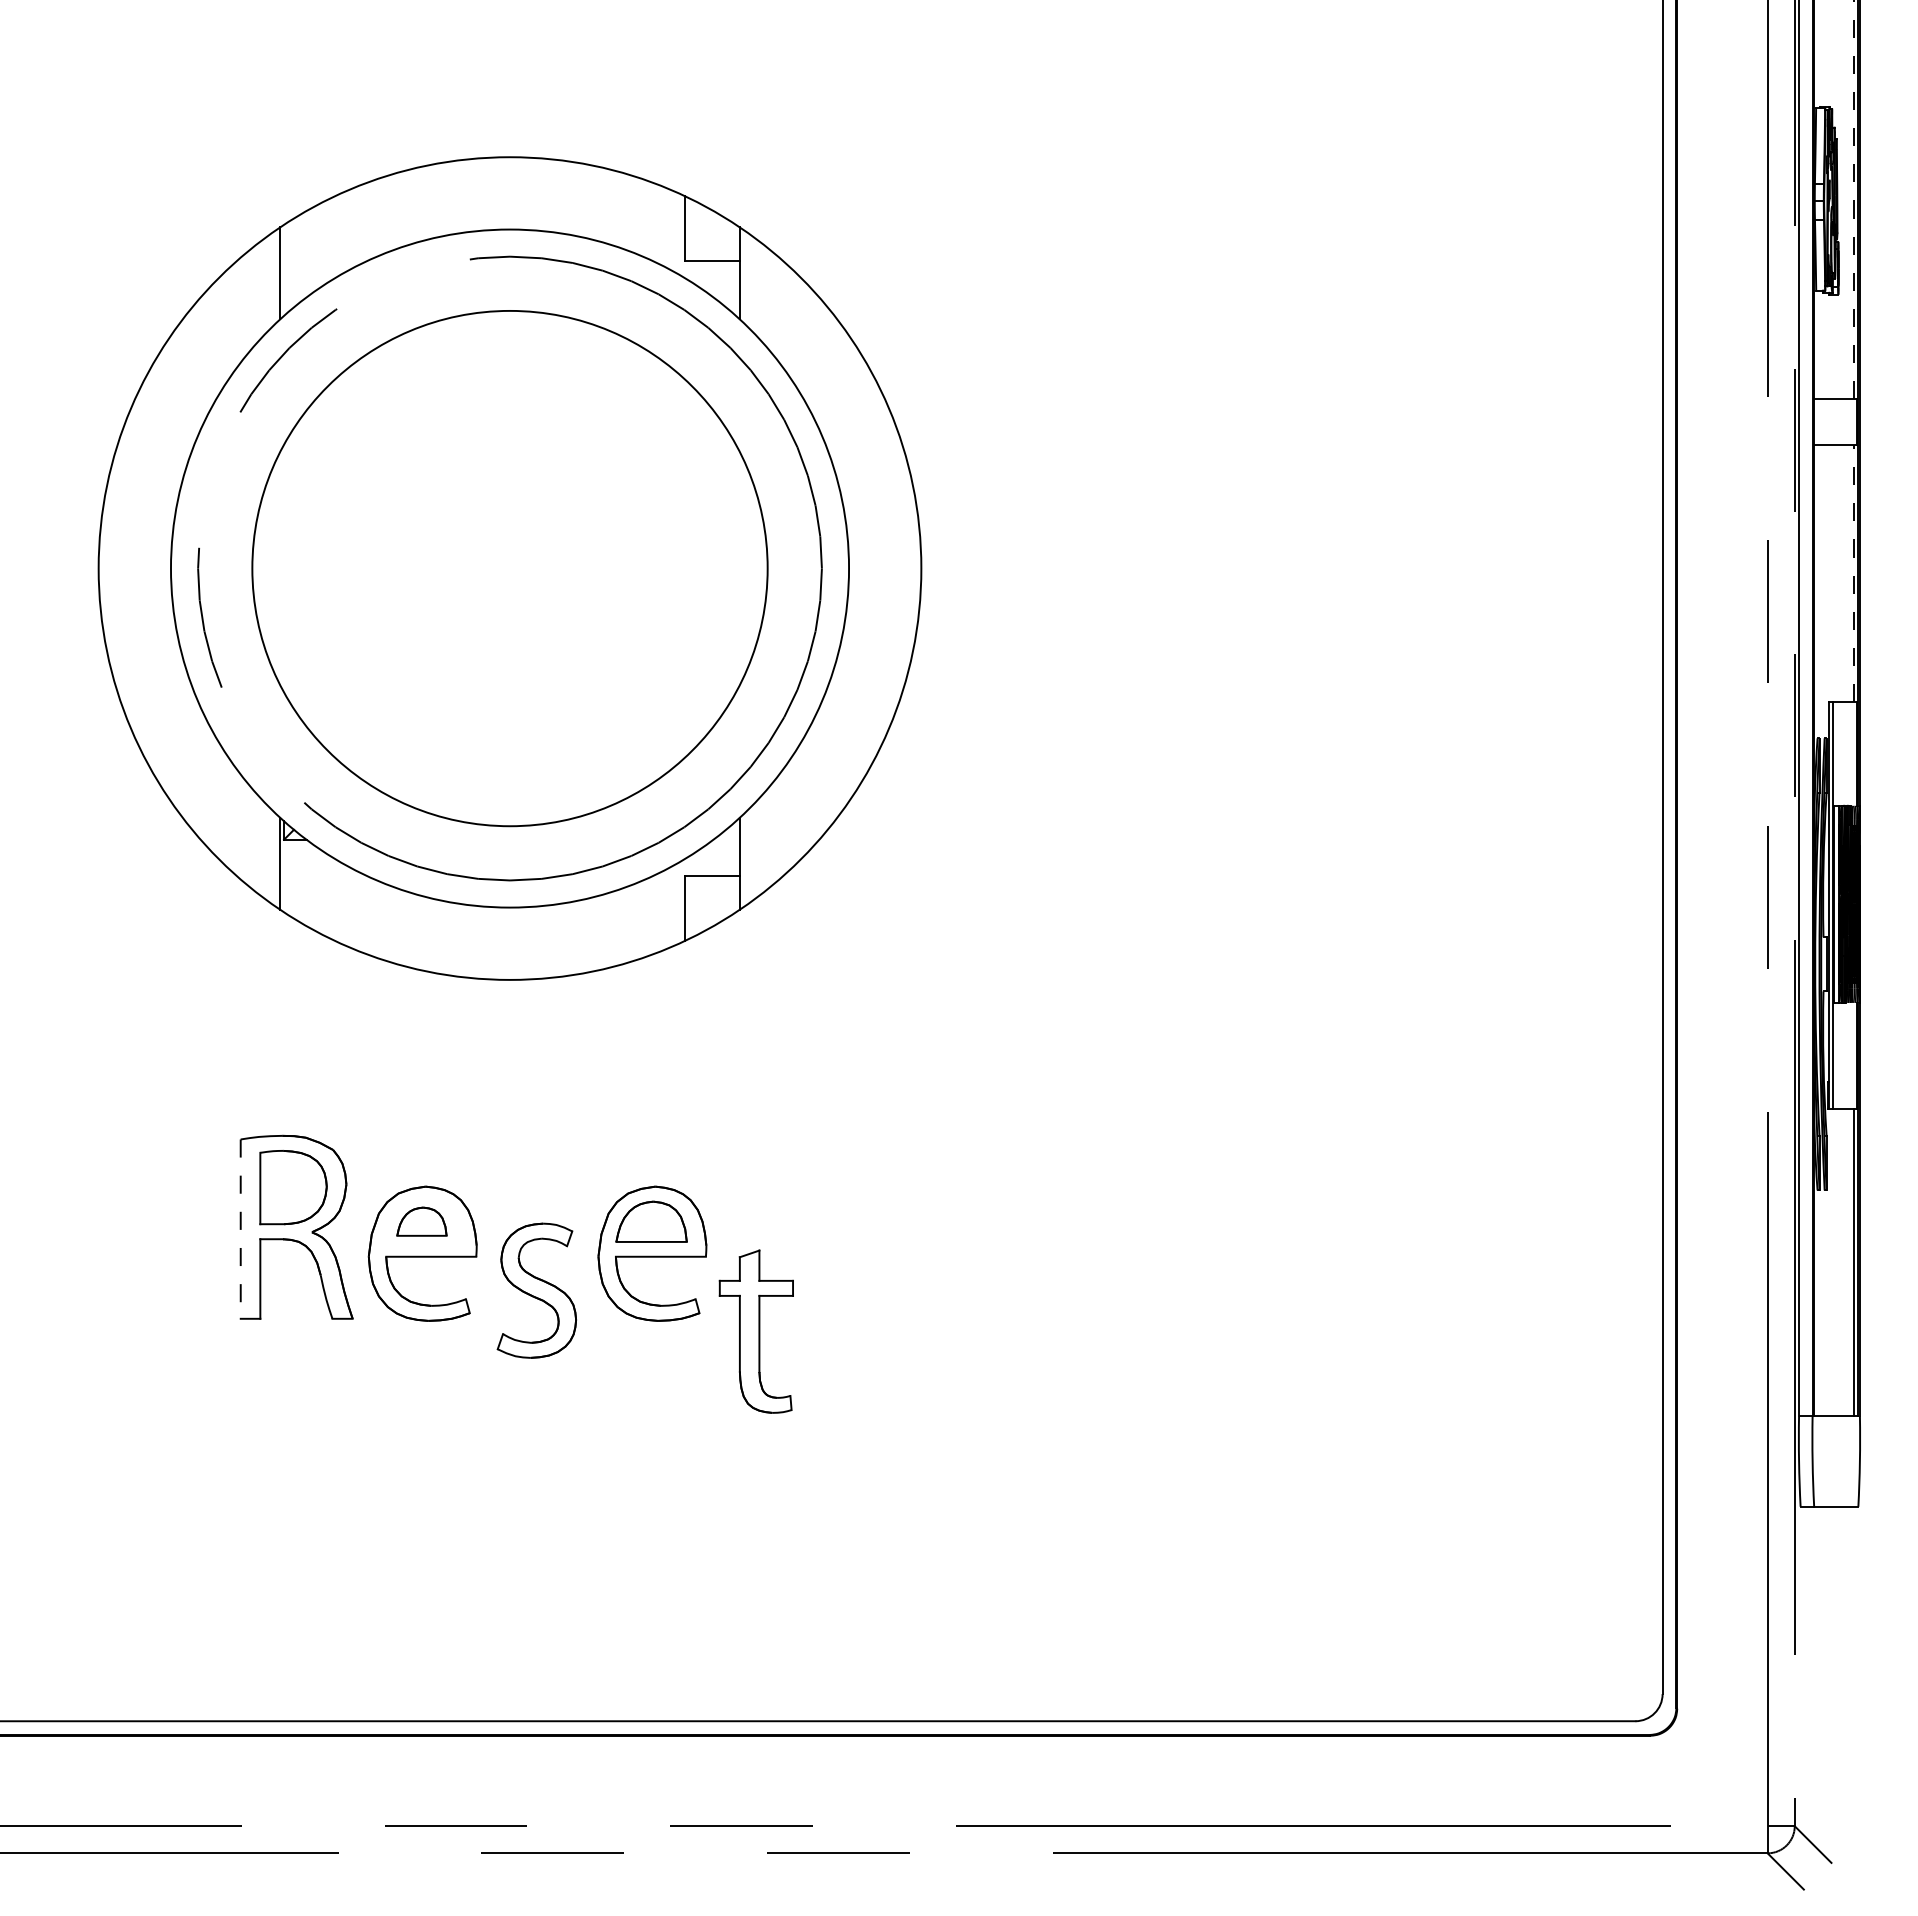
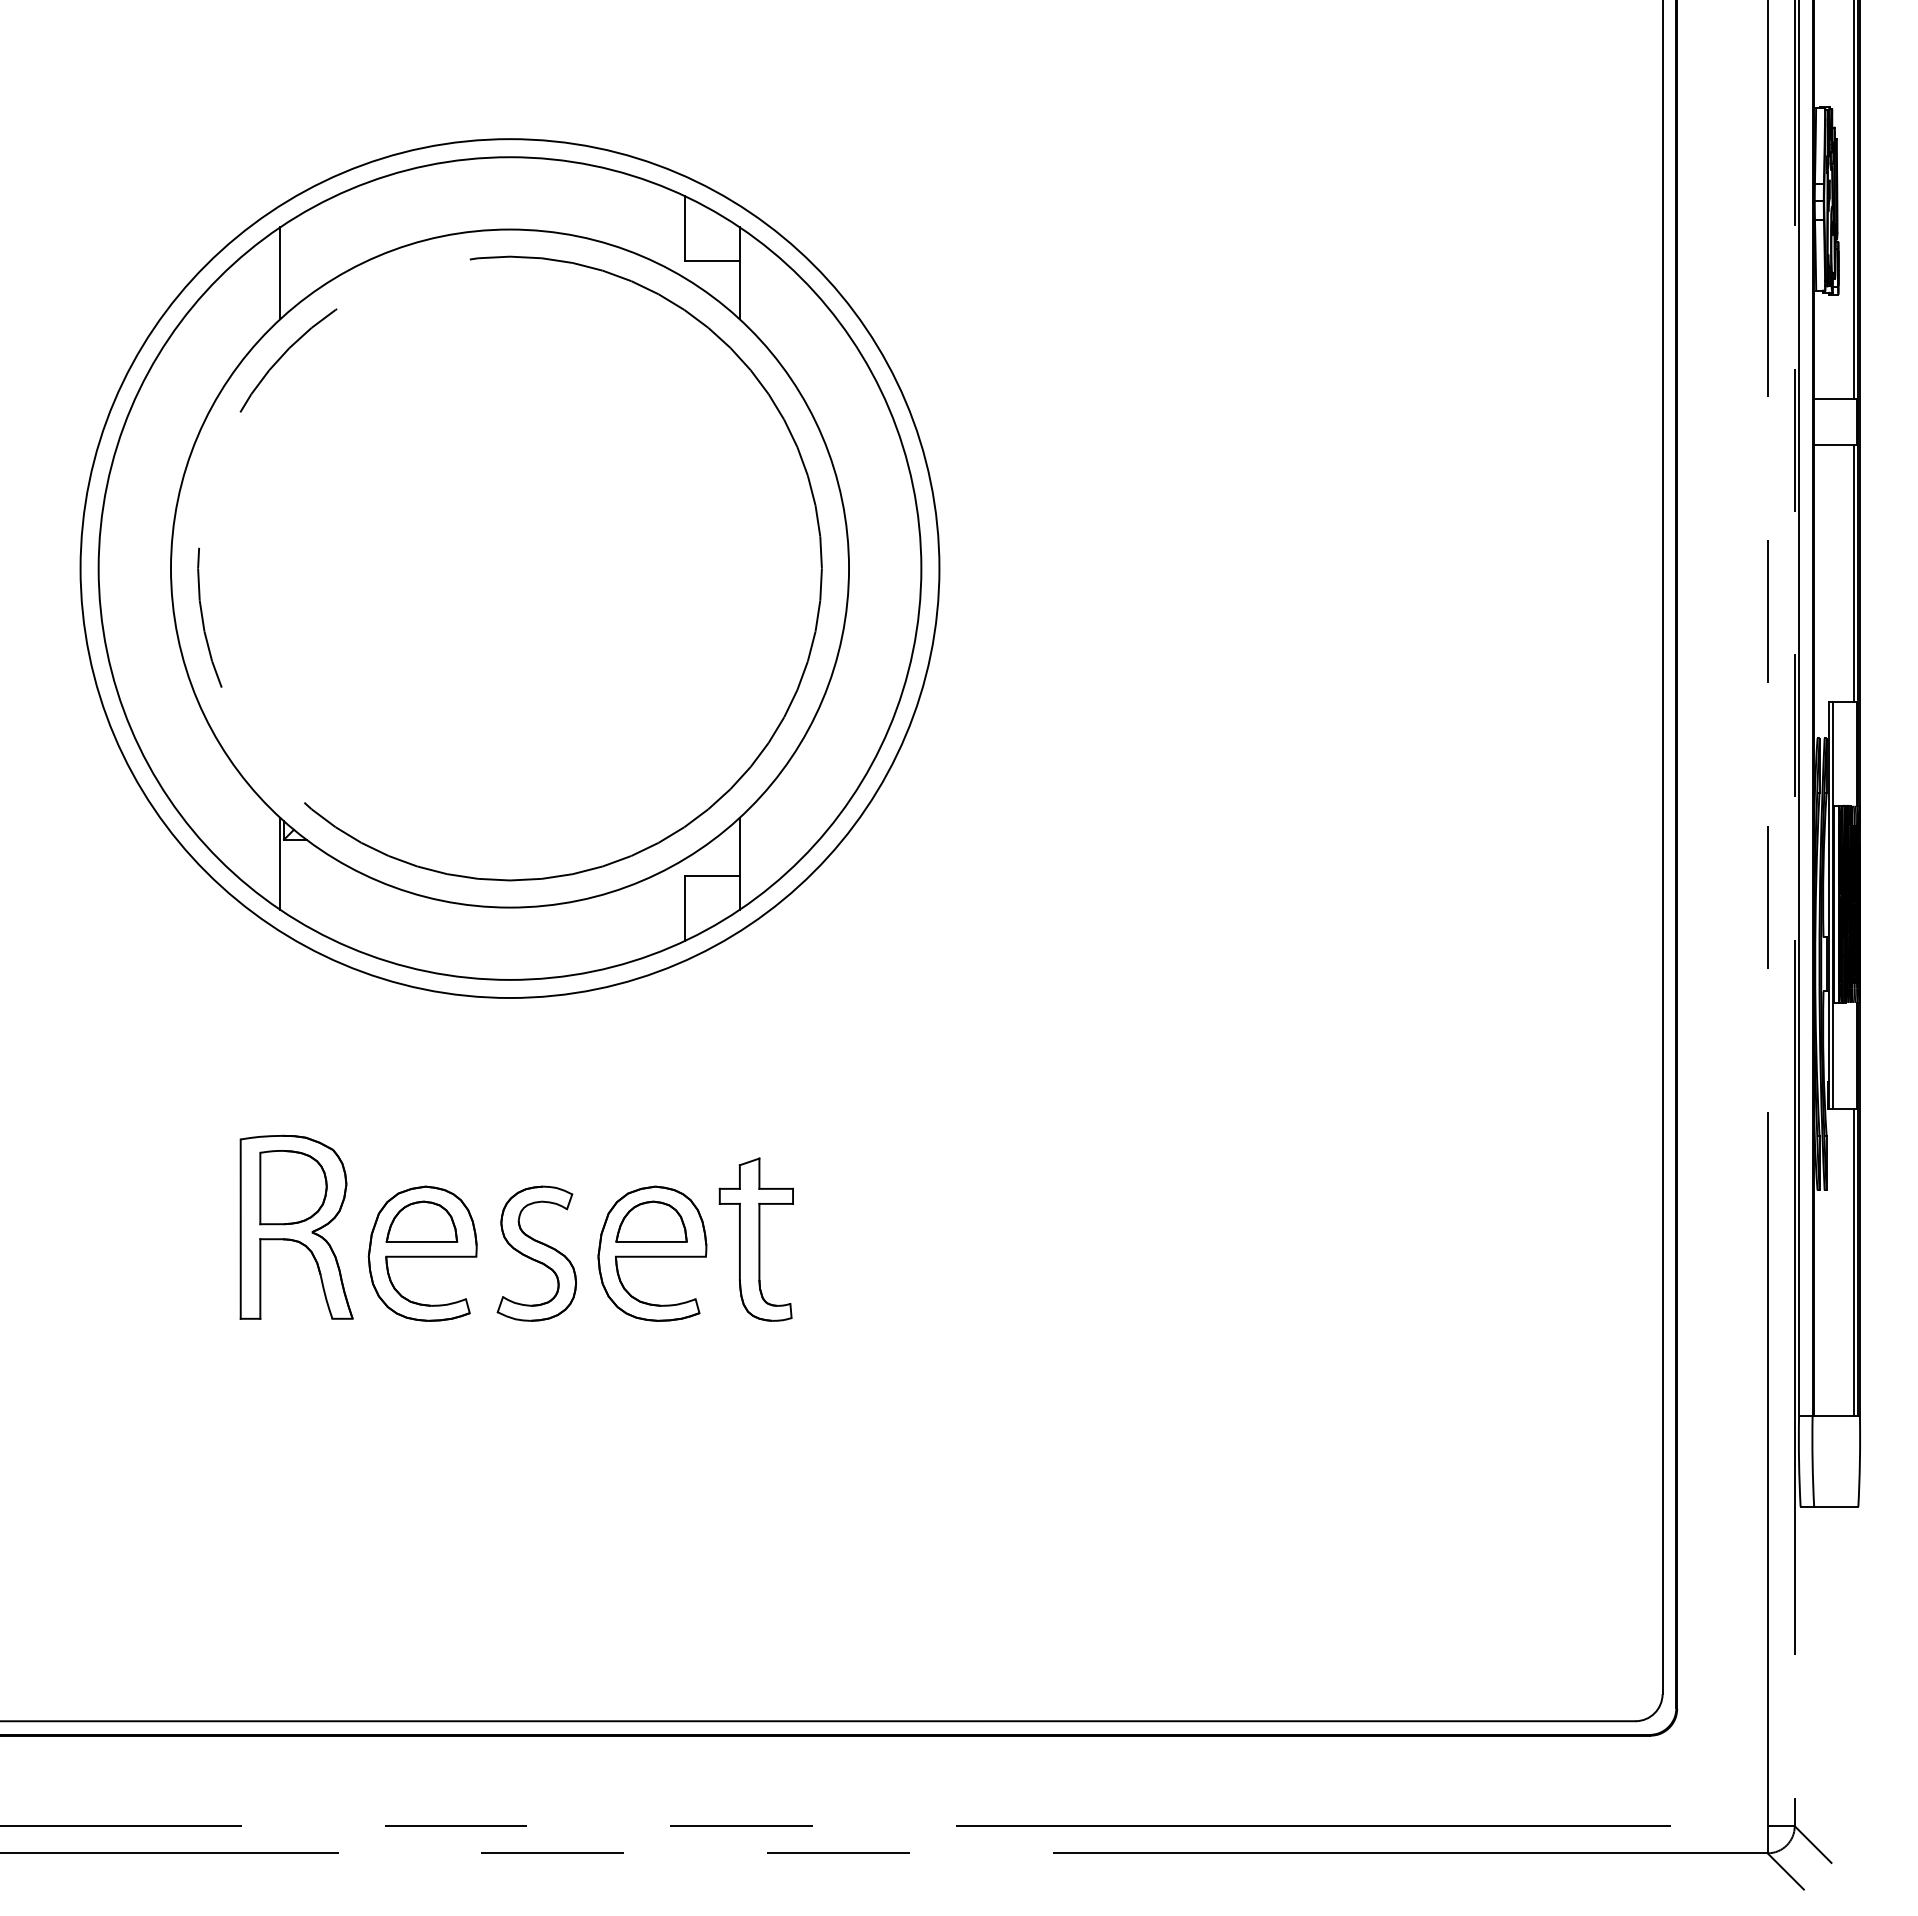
line at (1853, 199): dashed -> solid
circle at (509, 568) diameter: 515 px -> 859 px
line at (1853, 573): dashed -> solid
part at (421, 1221) size: 52x31 px -> 74x43 px
line at (240, 1229): dashed -> solid
part at (536, 1290) position: (536, 1290) -> (536, 1253)
part at (755, 1331) position: (755, 1331) -> (755, 1239)
